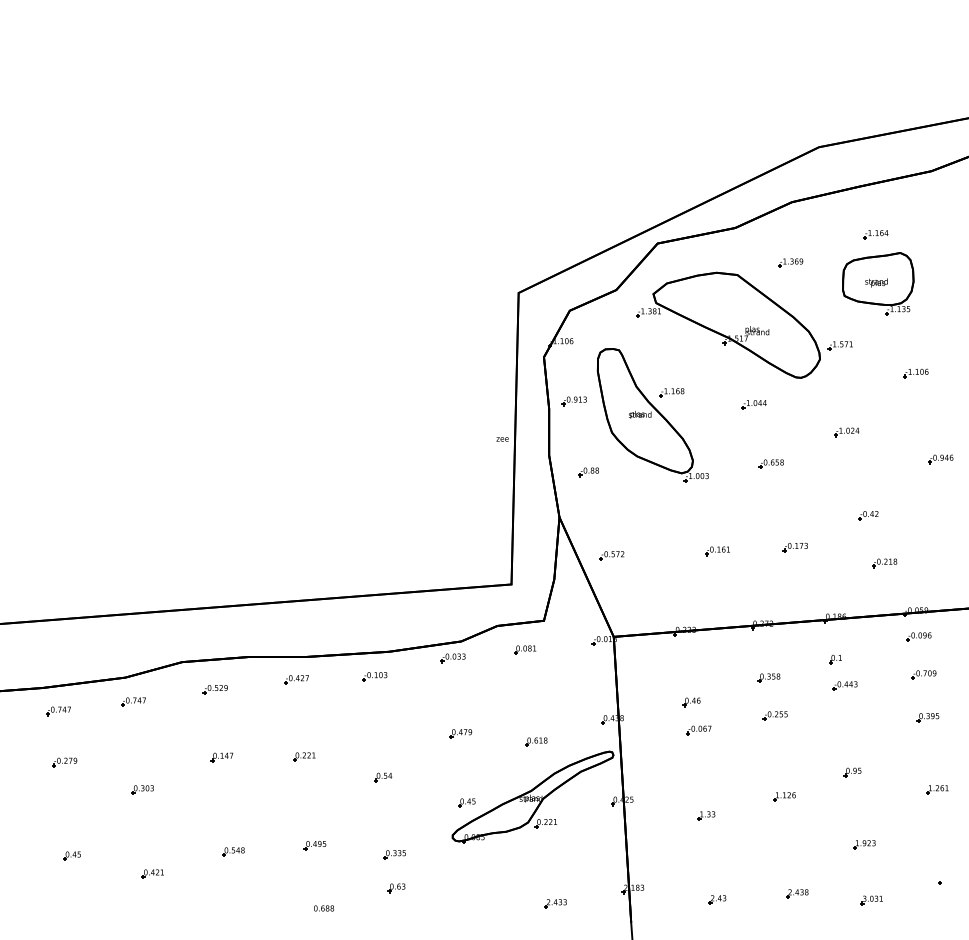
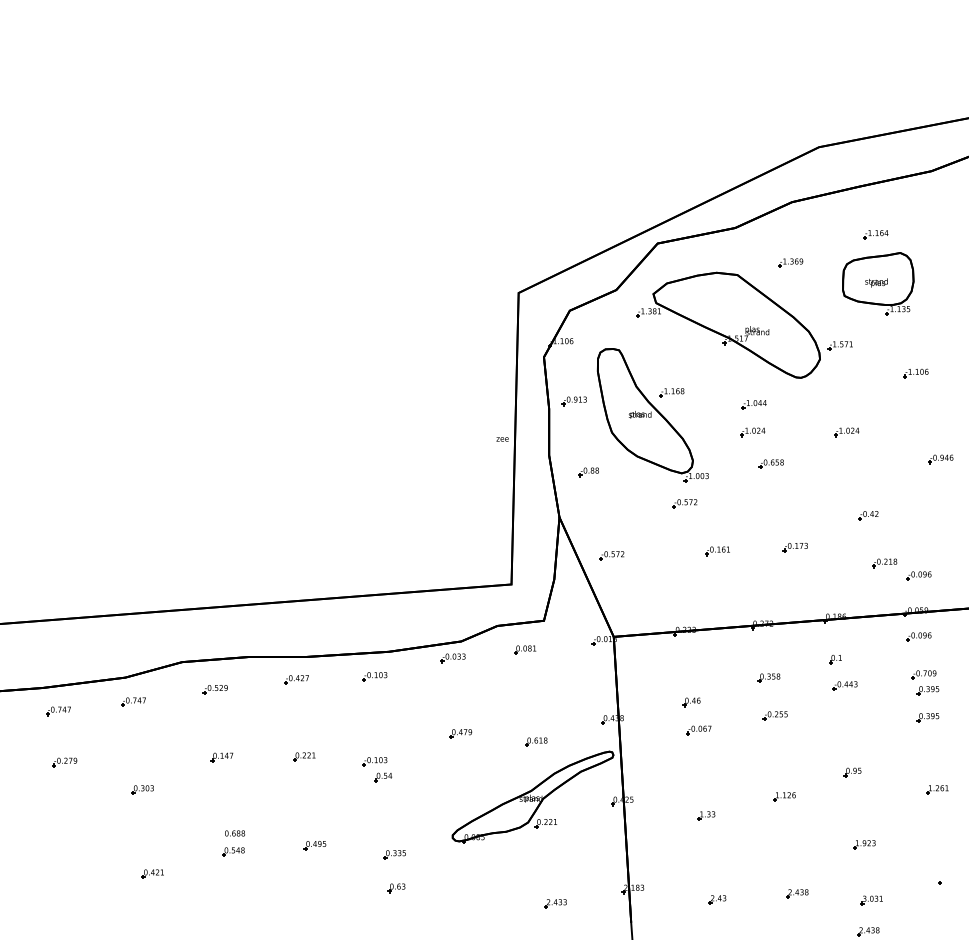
part at (752, 432): none -> present
part at (684, 503): none -> present
part at (918, 575): none -> present
part at (927, 690): none -> present
part at (374, 761): none -> present
part at (466, 802): present -> none
part at (71, 855): present -> none
text at (324, 908) position: (324, 908) -> (235, 833)
part at (868, 931): none -> present
